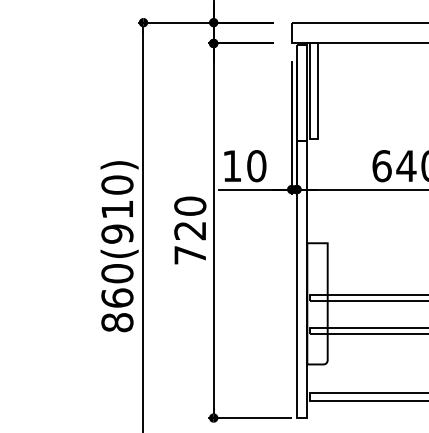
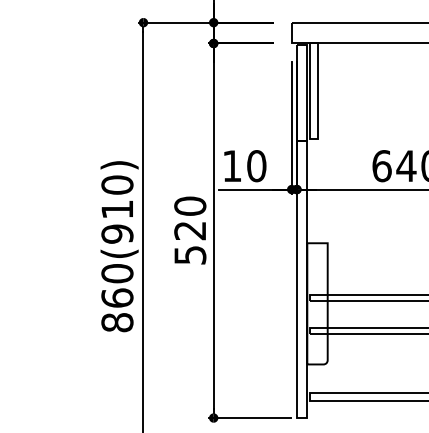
text at (190, 255): 720 -> 520
